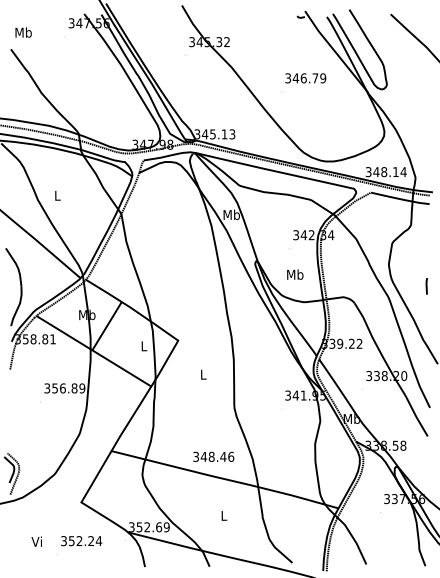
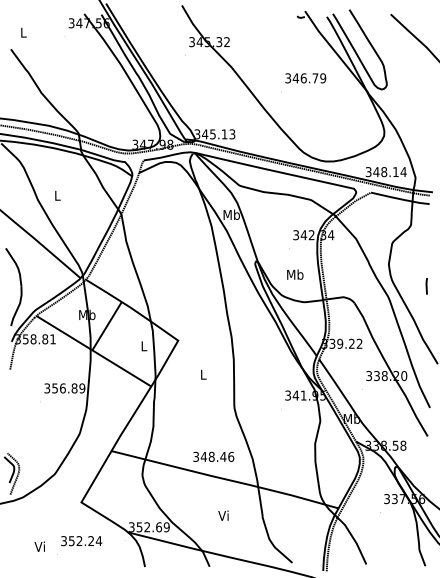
text at (23, 32): Mb -> L
text at (223, 515): L -> Vi
text at (36, 541) position: (36, 541) -> (39, 546)
